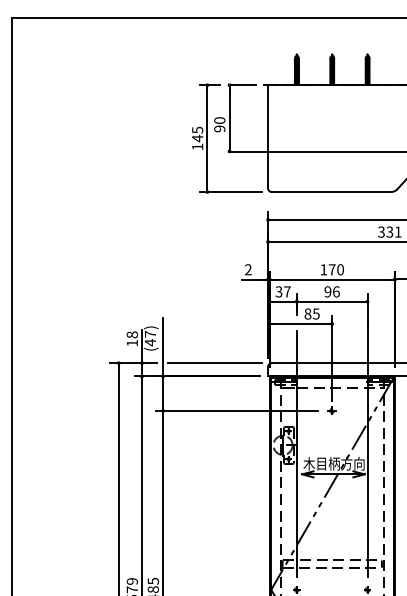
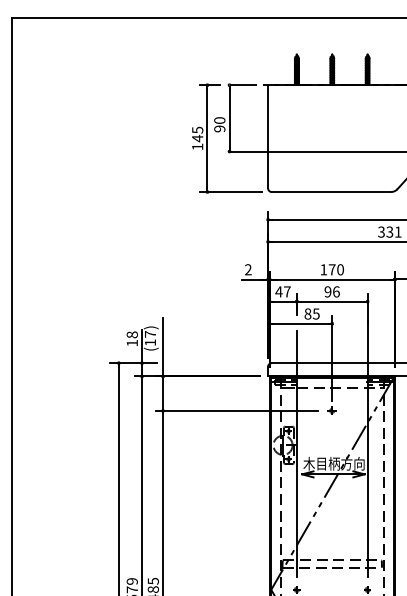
text at (278, 291): 37 -> 47
text at (150, 342): (47) -> (17)
line at (215, 363): present -> none
